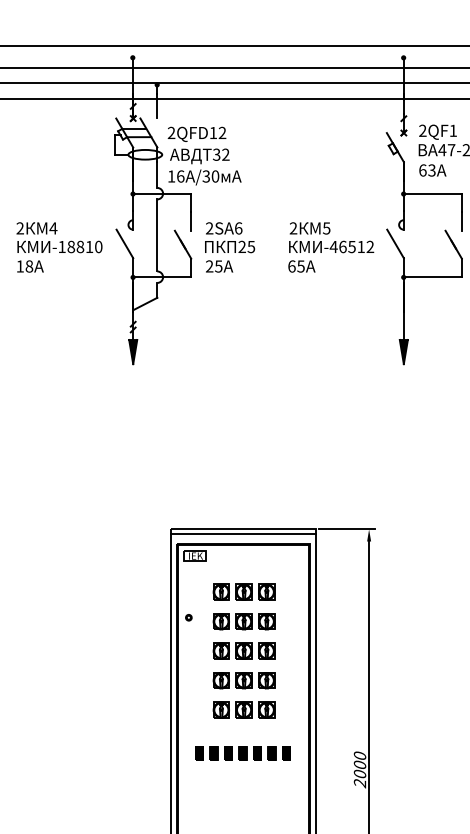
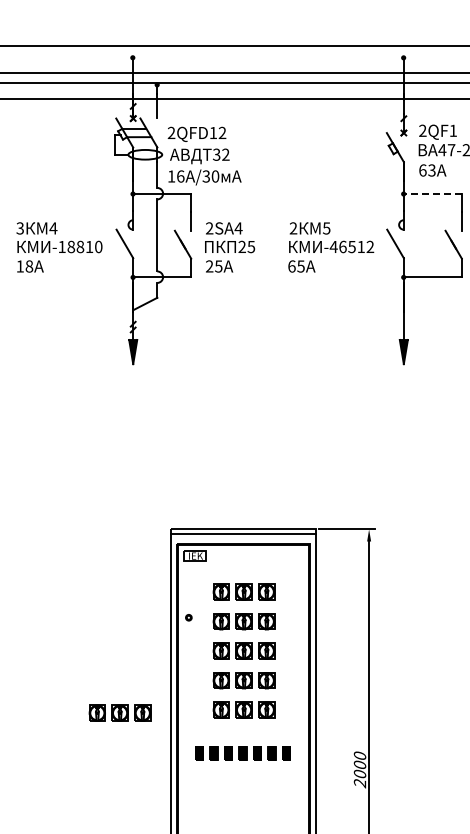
line at (234, 68) position: (234, 68) -> (234, 73)
line at (432, 193): solid -> dashed
text at (19, 228): 2 -> 3
text at (238, 228): 2SA6 -> 2SA4
part at (119, 712): none -> present
